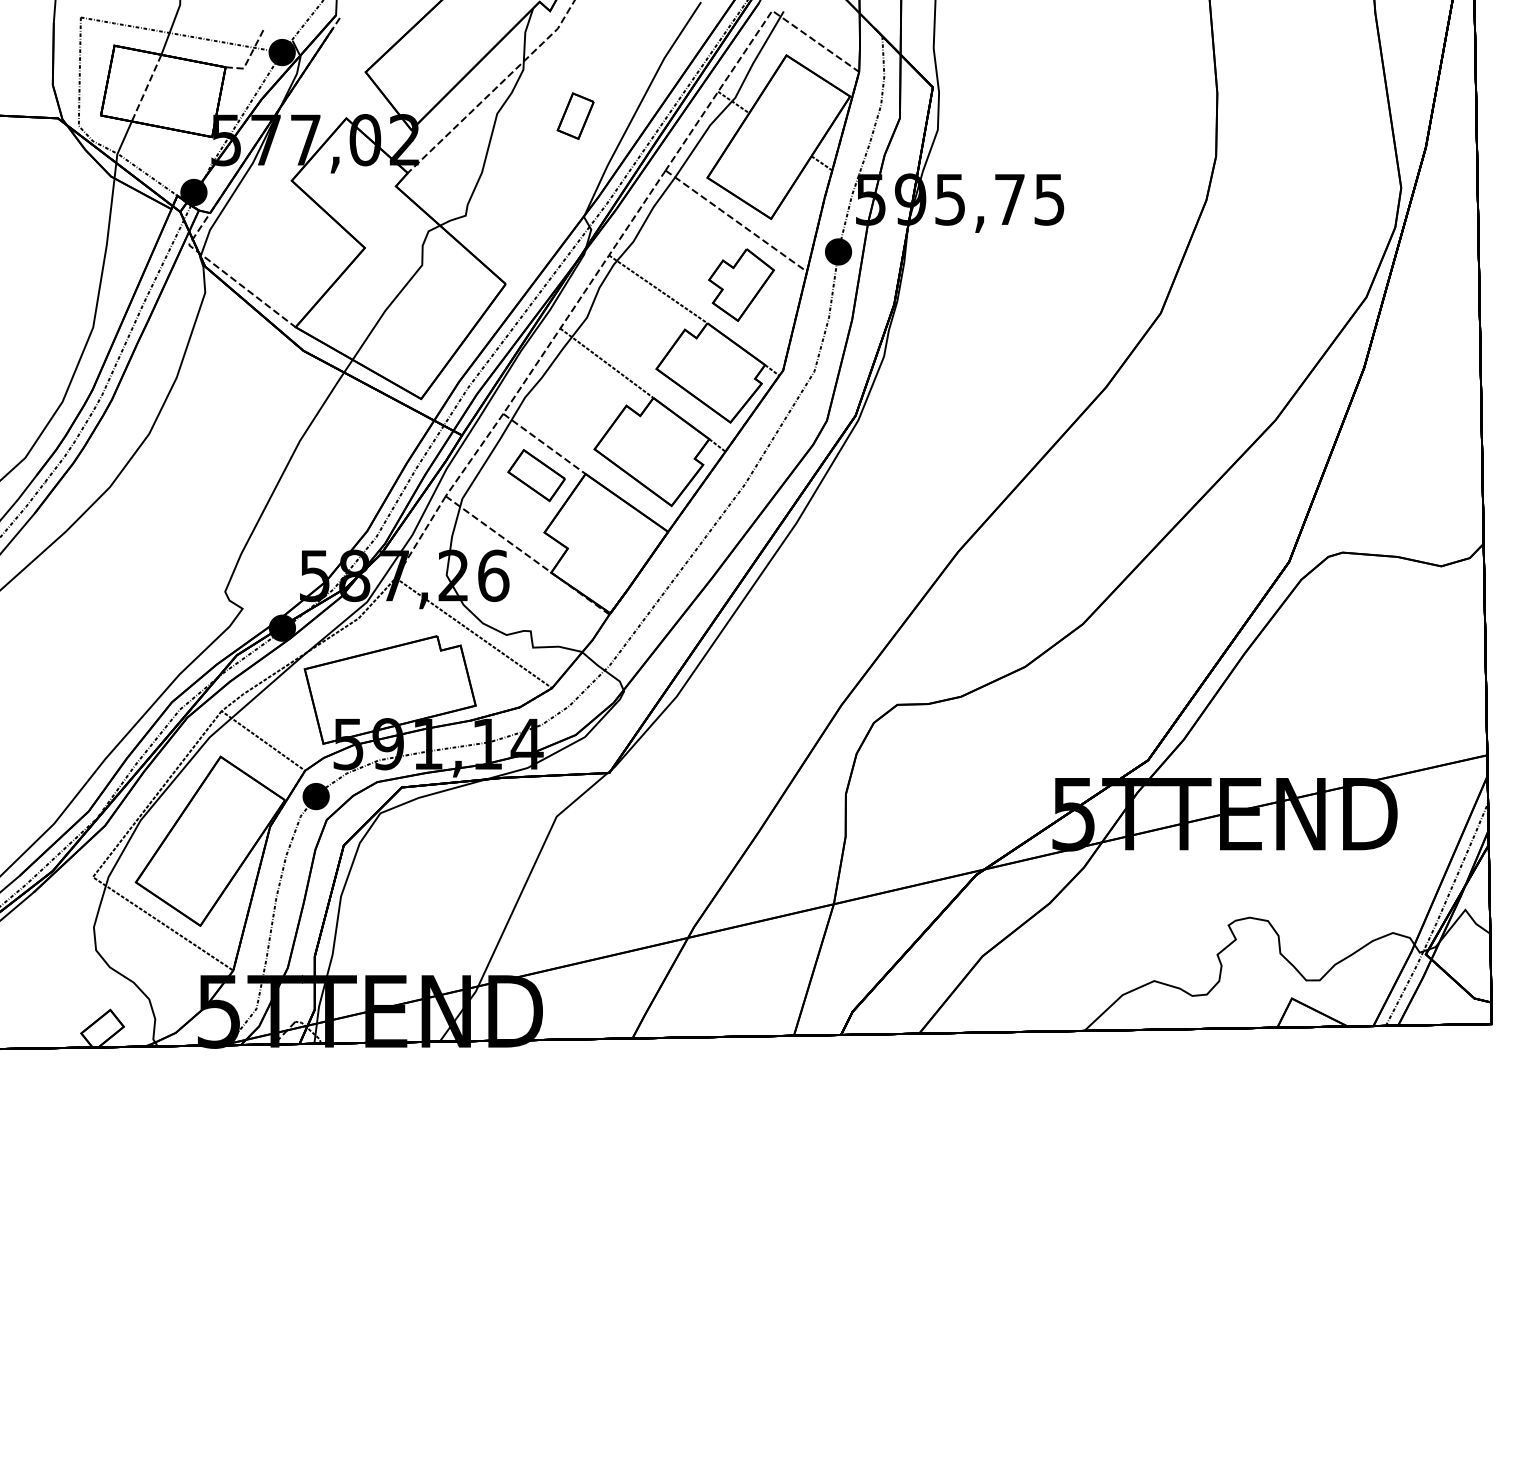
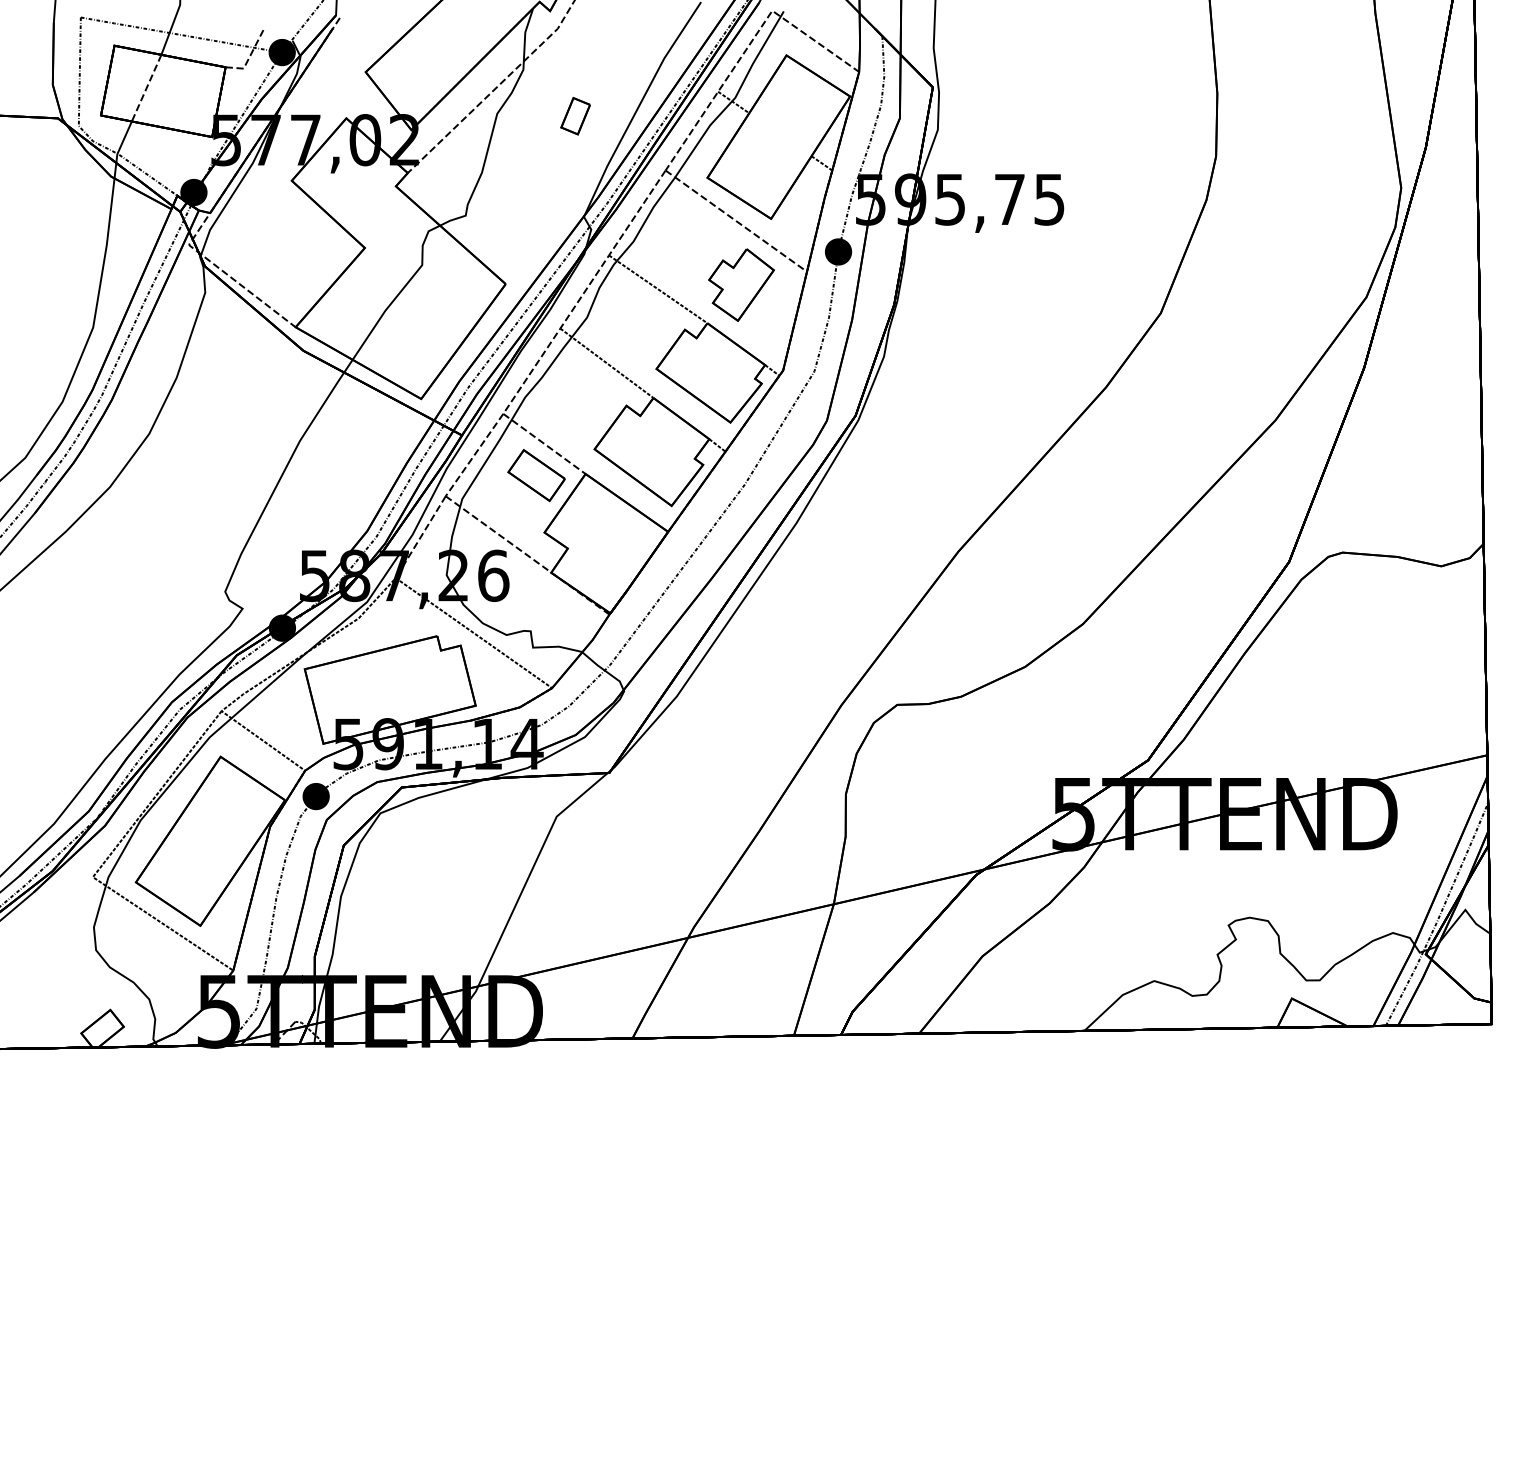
part at (575, 115) size: 39x48 px -> 31x39 px
